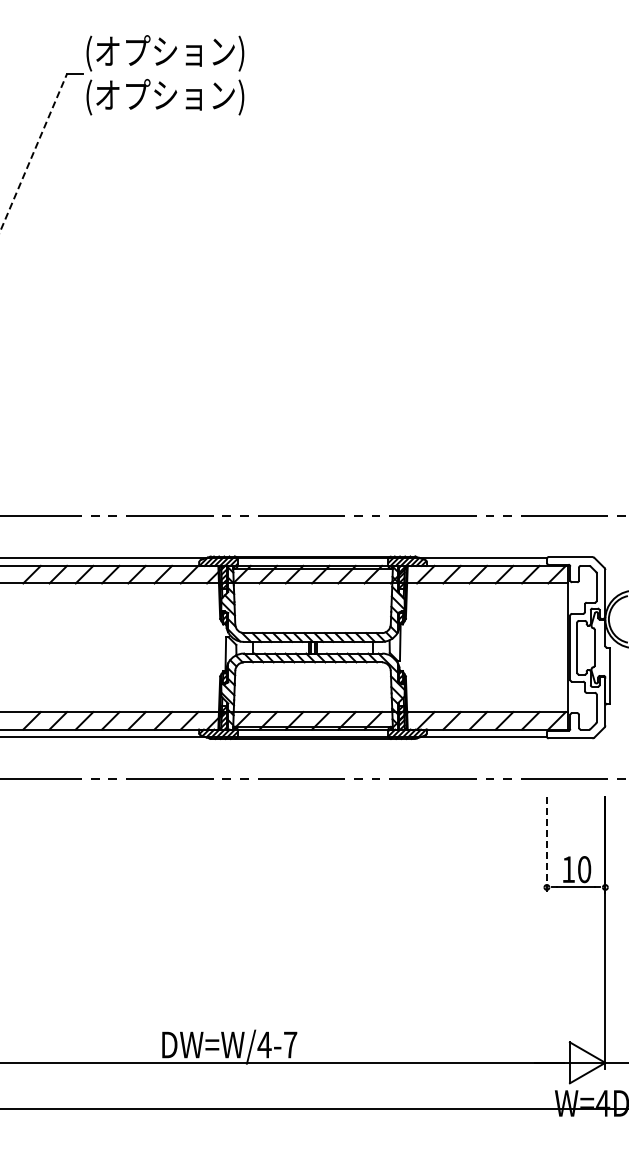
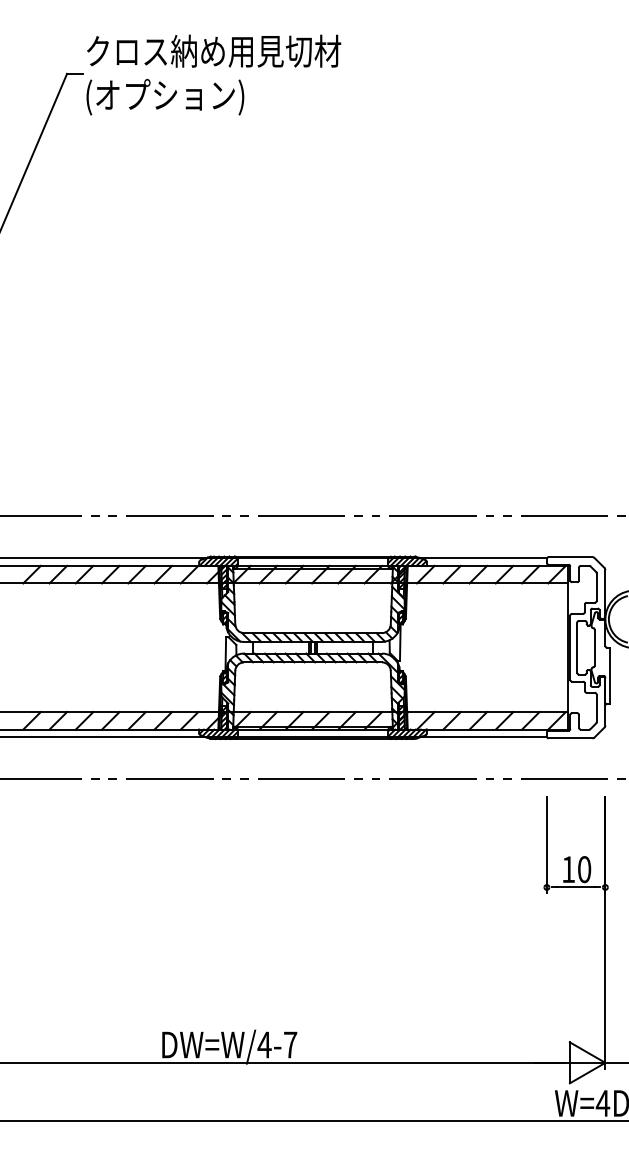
text at (213, 52): (オプション) -> クロス納め用見切材
line at (33, 152): dashed -> solid
line at (546, 845): dashed -> solid
line at (313, 1109) position: (313, 1109) -> (313, 1121)
